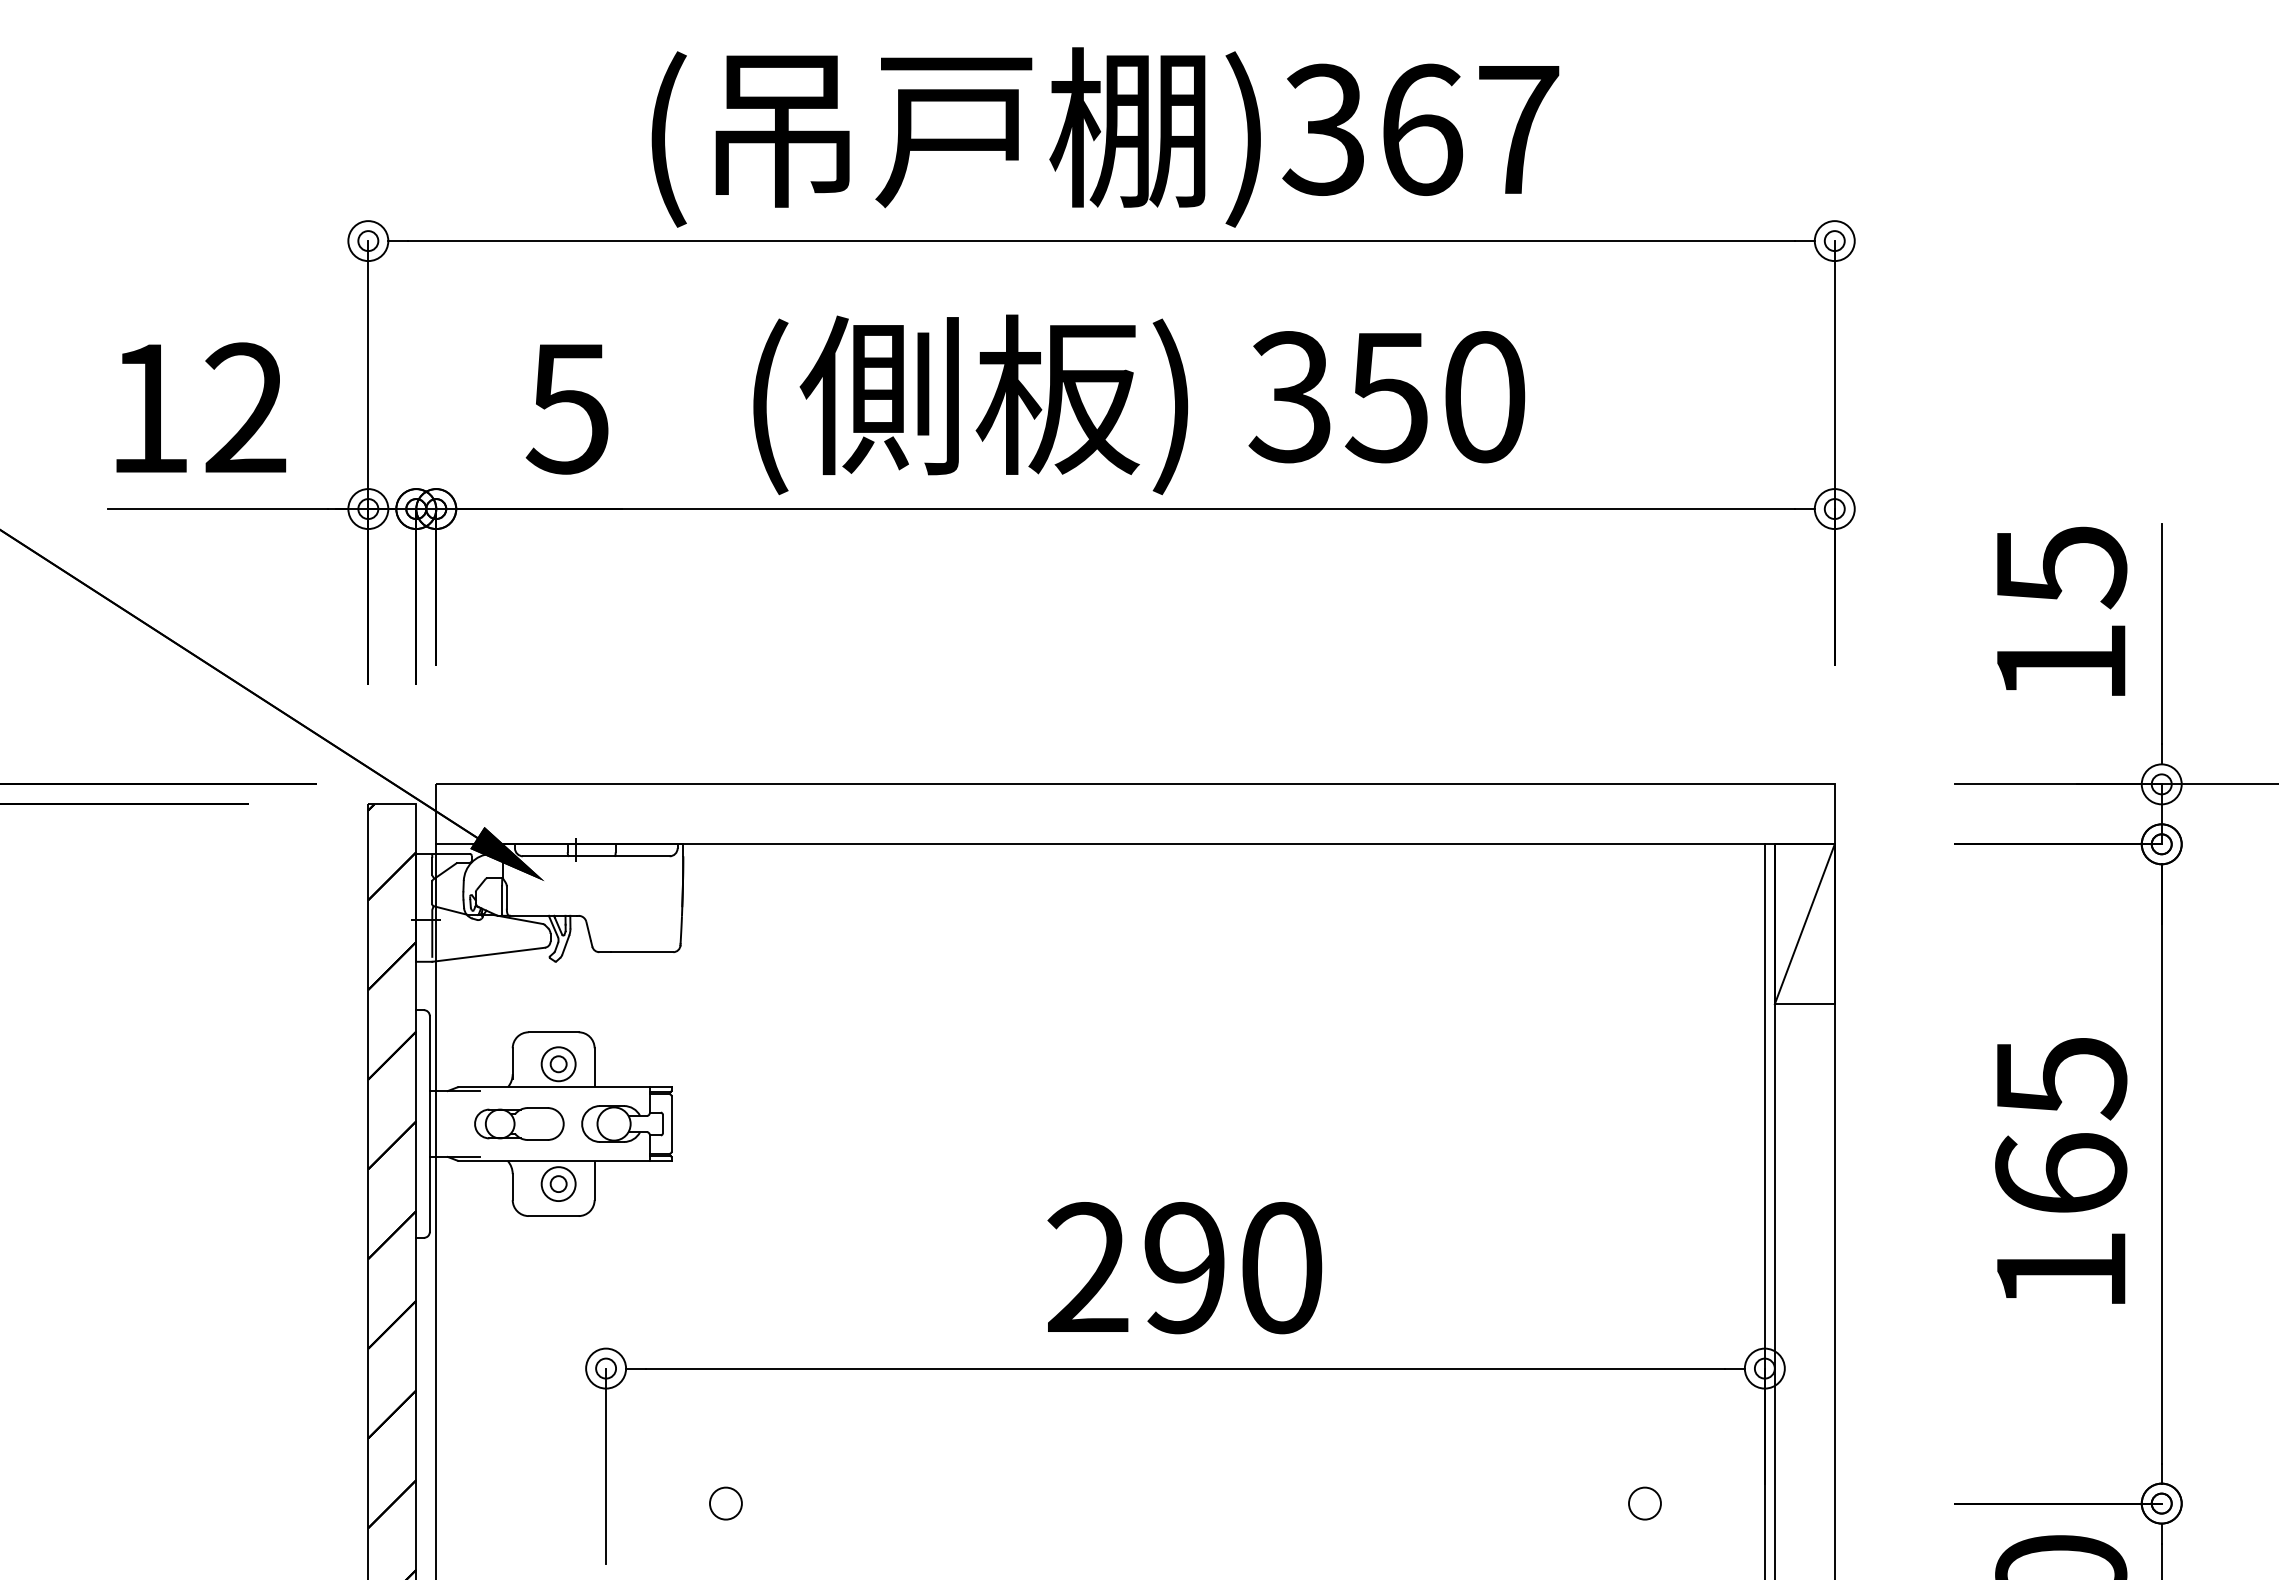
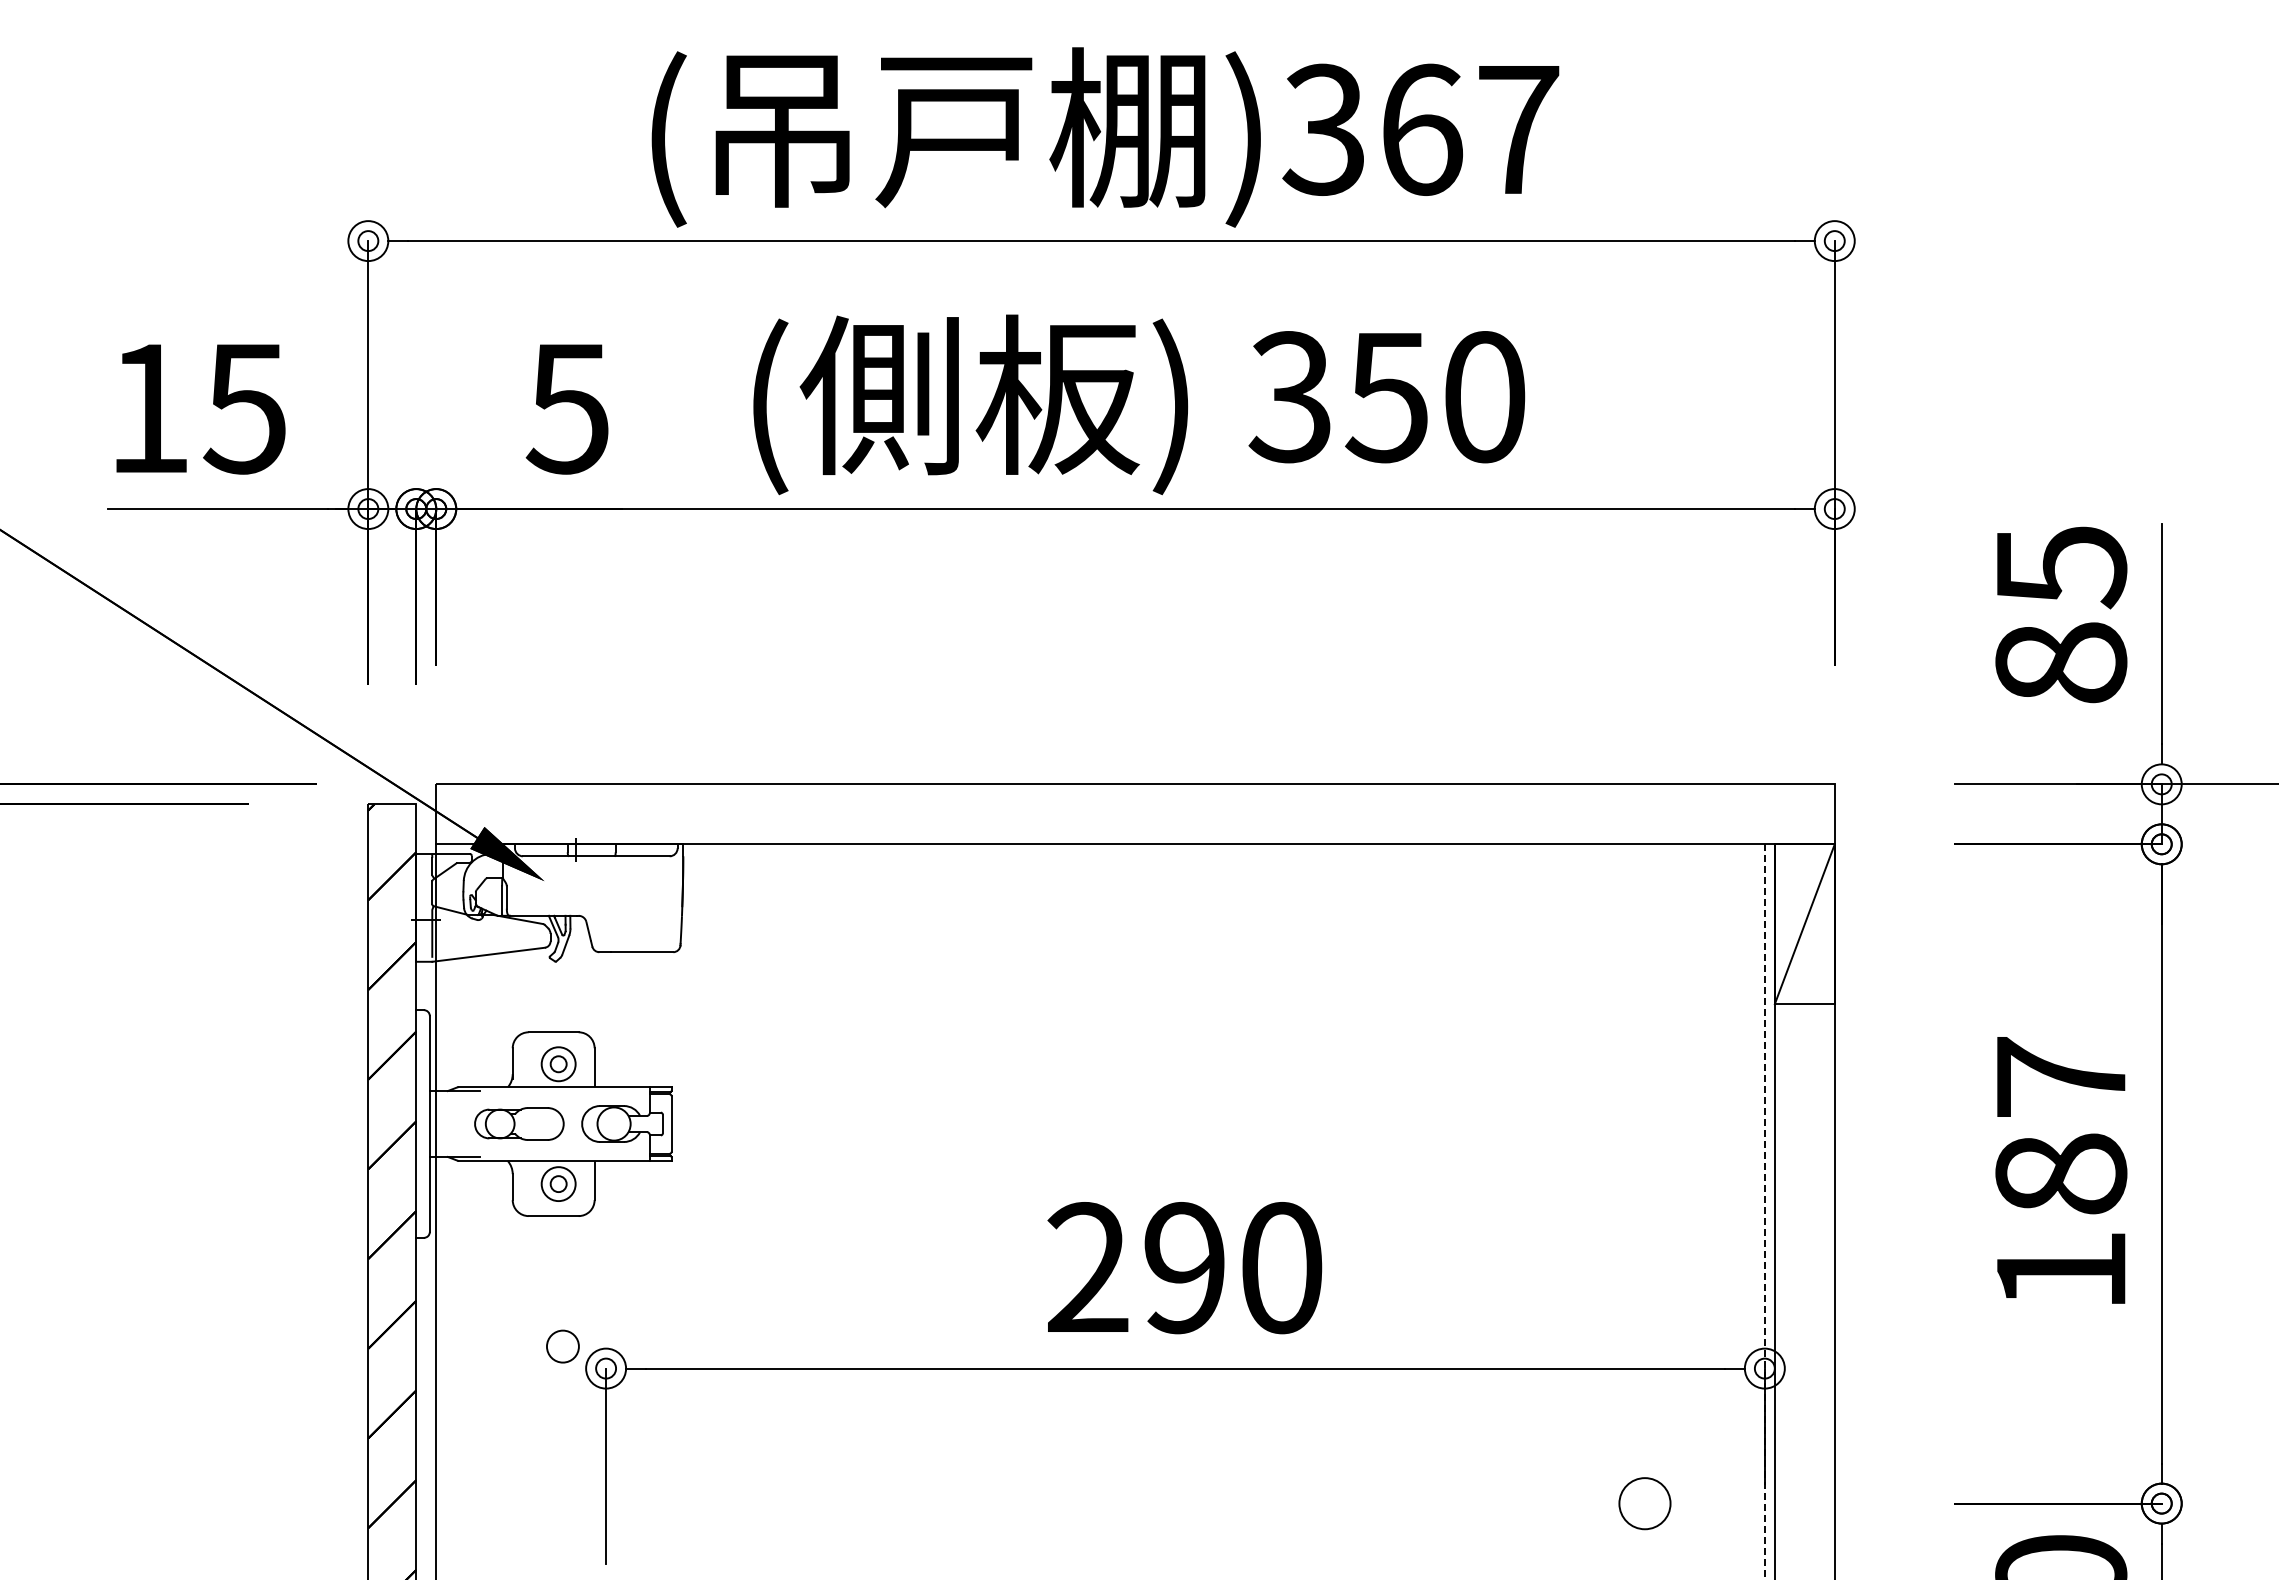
text at (244, 408): 12 -> 15
text at (2061, 662): 15 -> 85
text at (2061, 1125): 165 -> 187
line at (1764, 1212): solid -> dashed
circle at (725, 1503) position: (725, 1503) -> (562, 1346)
circle at (1644, 1503) size: 34x35 px -> 54x54 px
